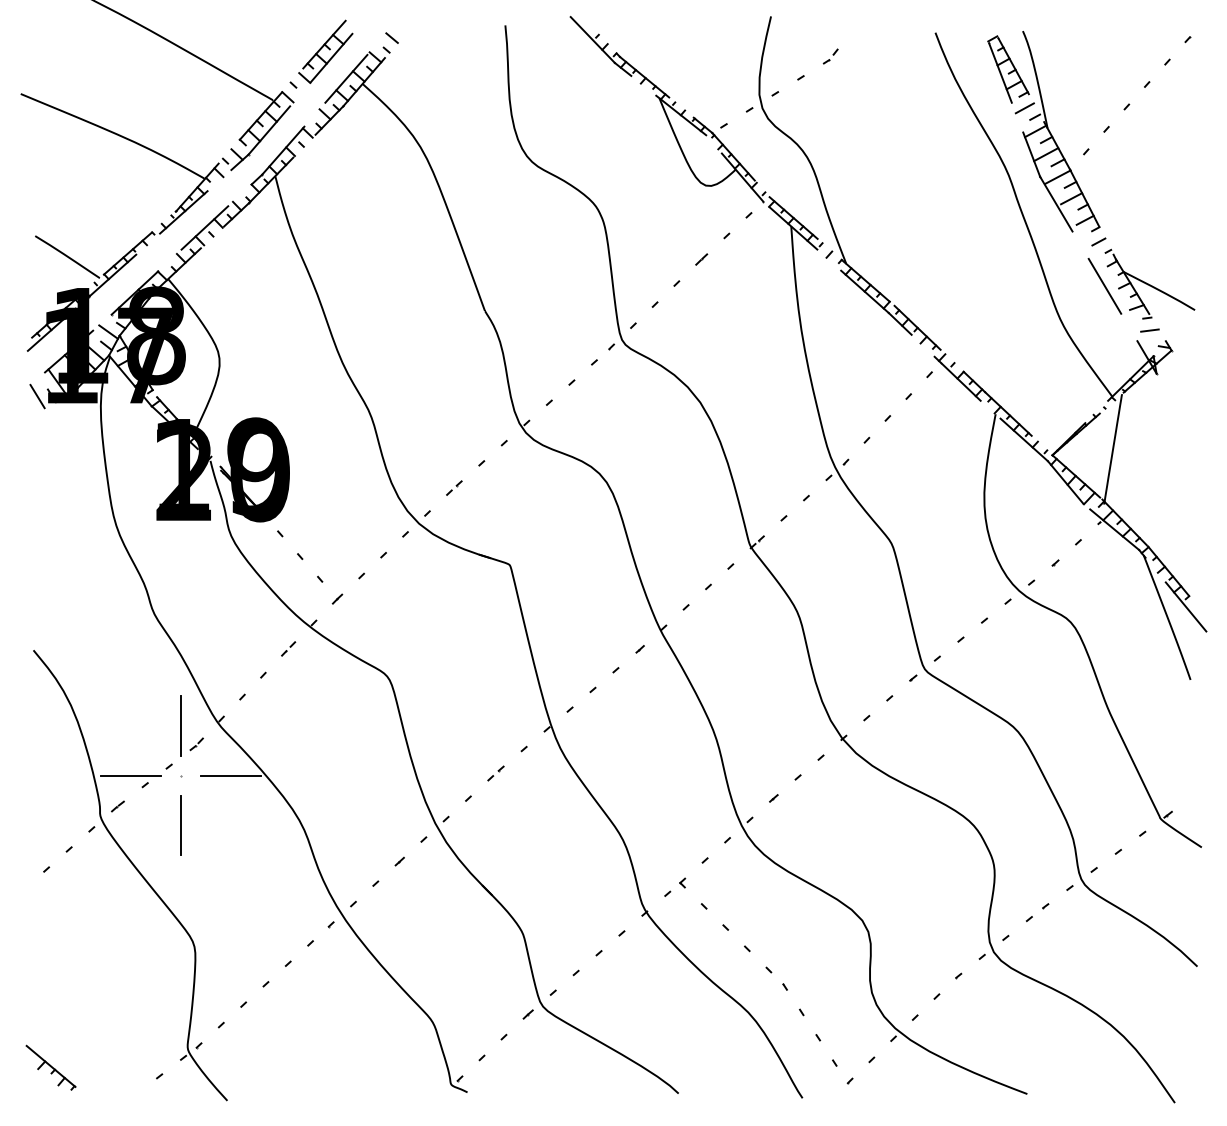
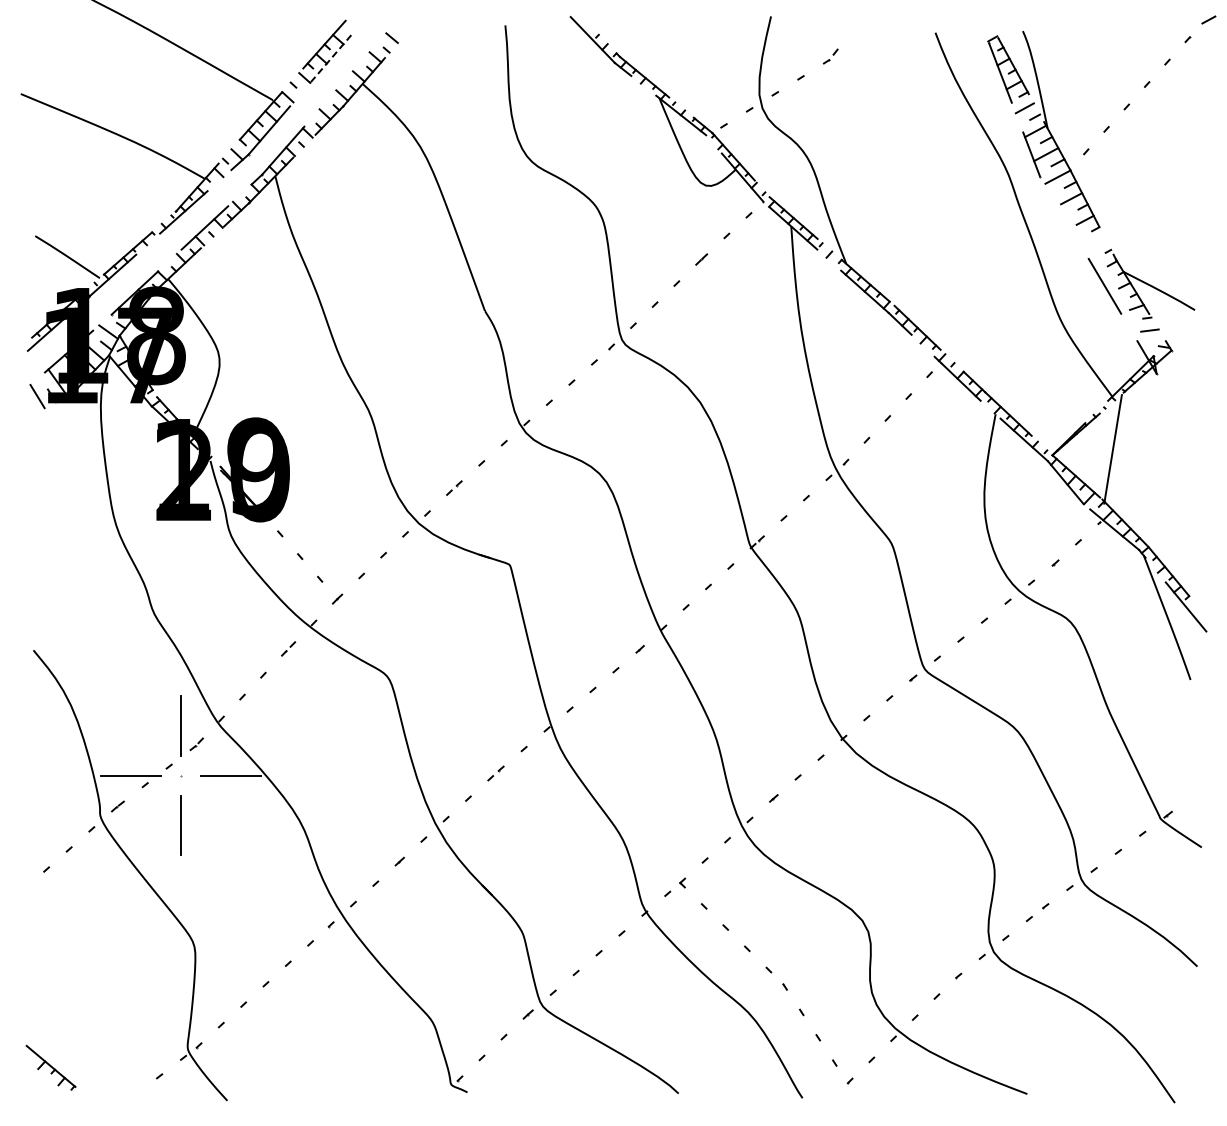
line at (331, 58): solid -> dashed
line at (346, 78): present -> none
line at (1056, 203): present -> none
line at (1098, 241) position: (1098, 241) -> (1208, 19)
